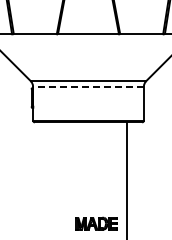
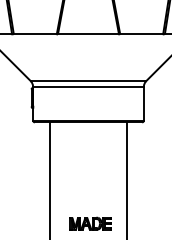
line at (88, 86): dashed -> solid
line at (49, 179): none -> present
part at (96, 223) position: (96, 223) -> (90, 223)
